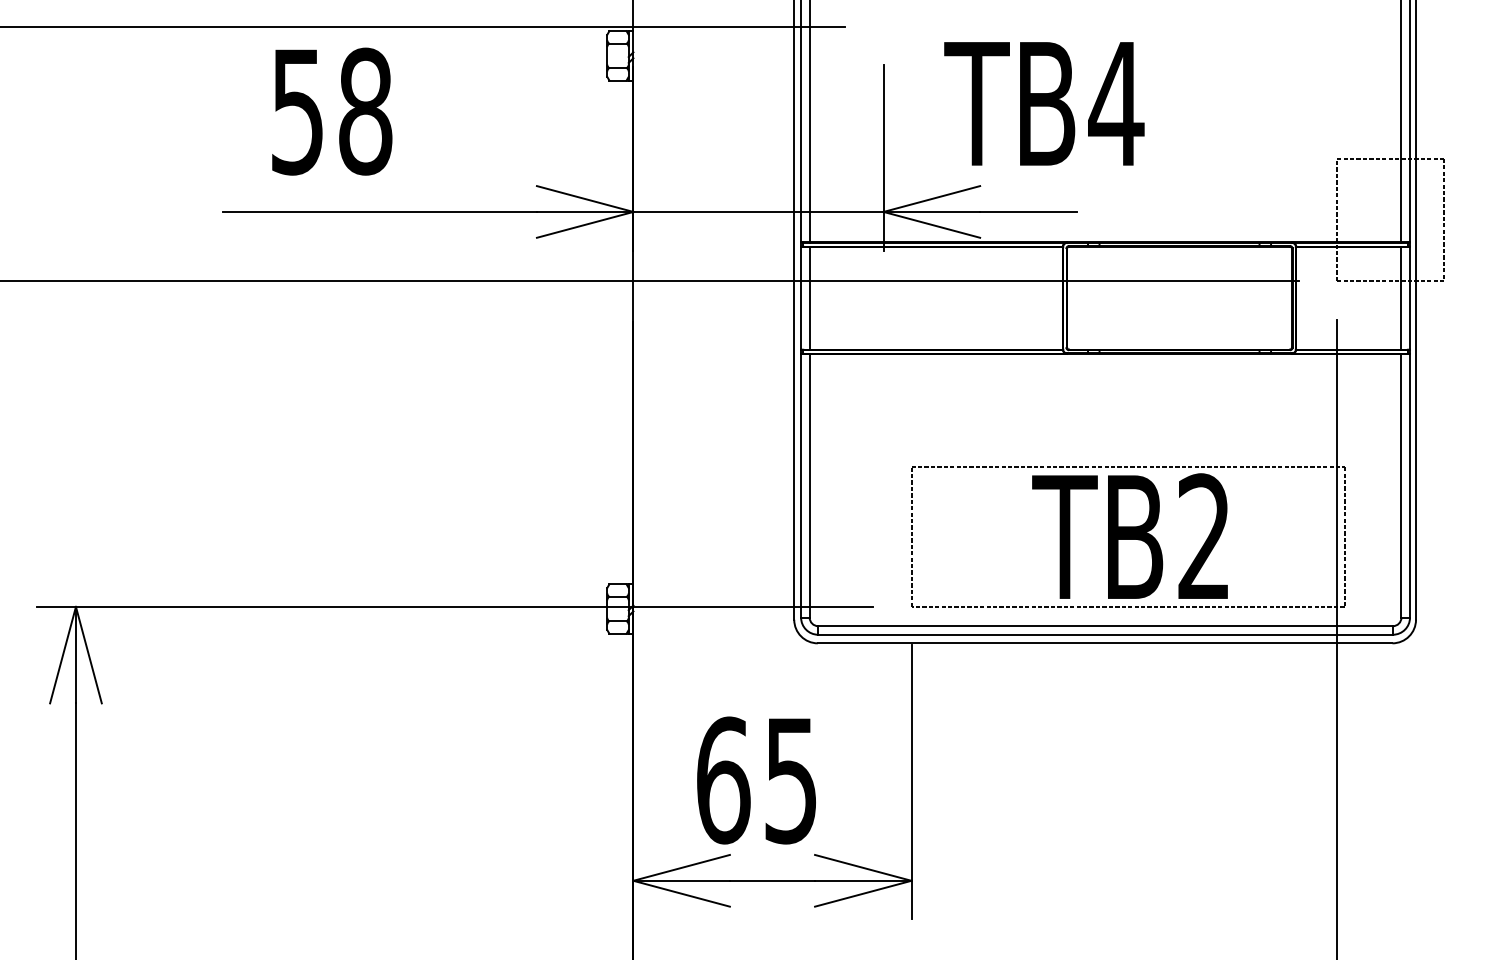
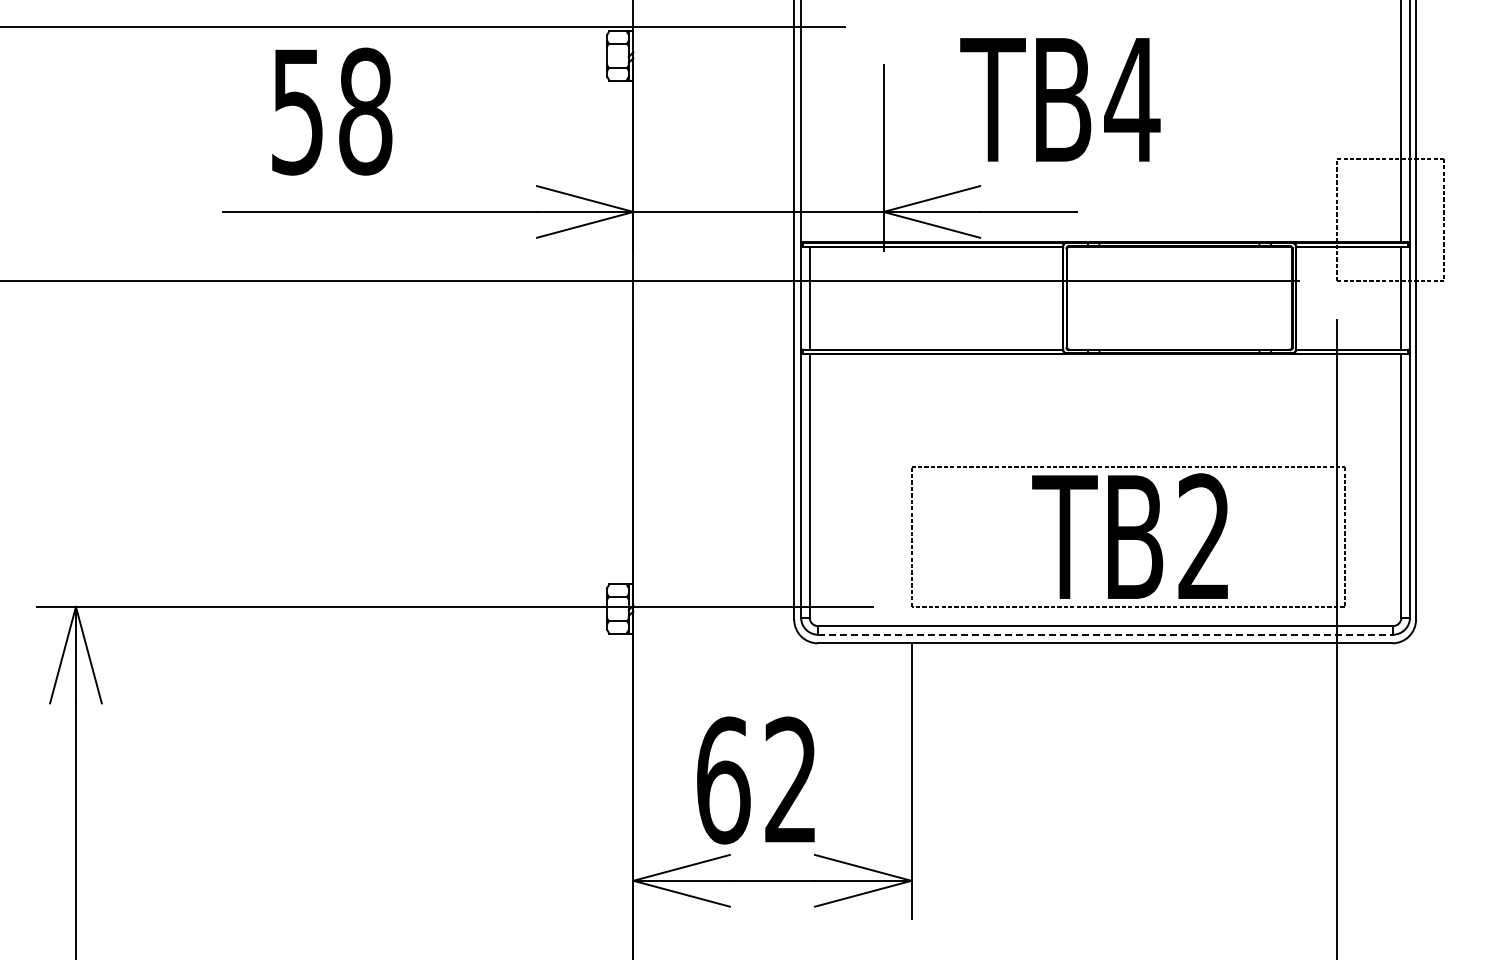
text at (1044, 103) position: (1044, 103) -> (1060, 99)
line at (809, 122): present -> none
line at (1106, 634): solid -> dashed
text at (790, 780): 65 -> 62
